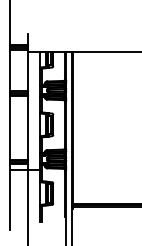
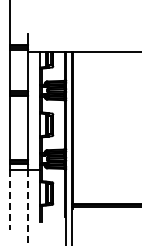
line at (9, 200): solid -> dashed
line at (28, 207): solid -> dashed
